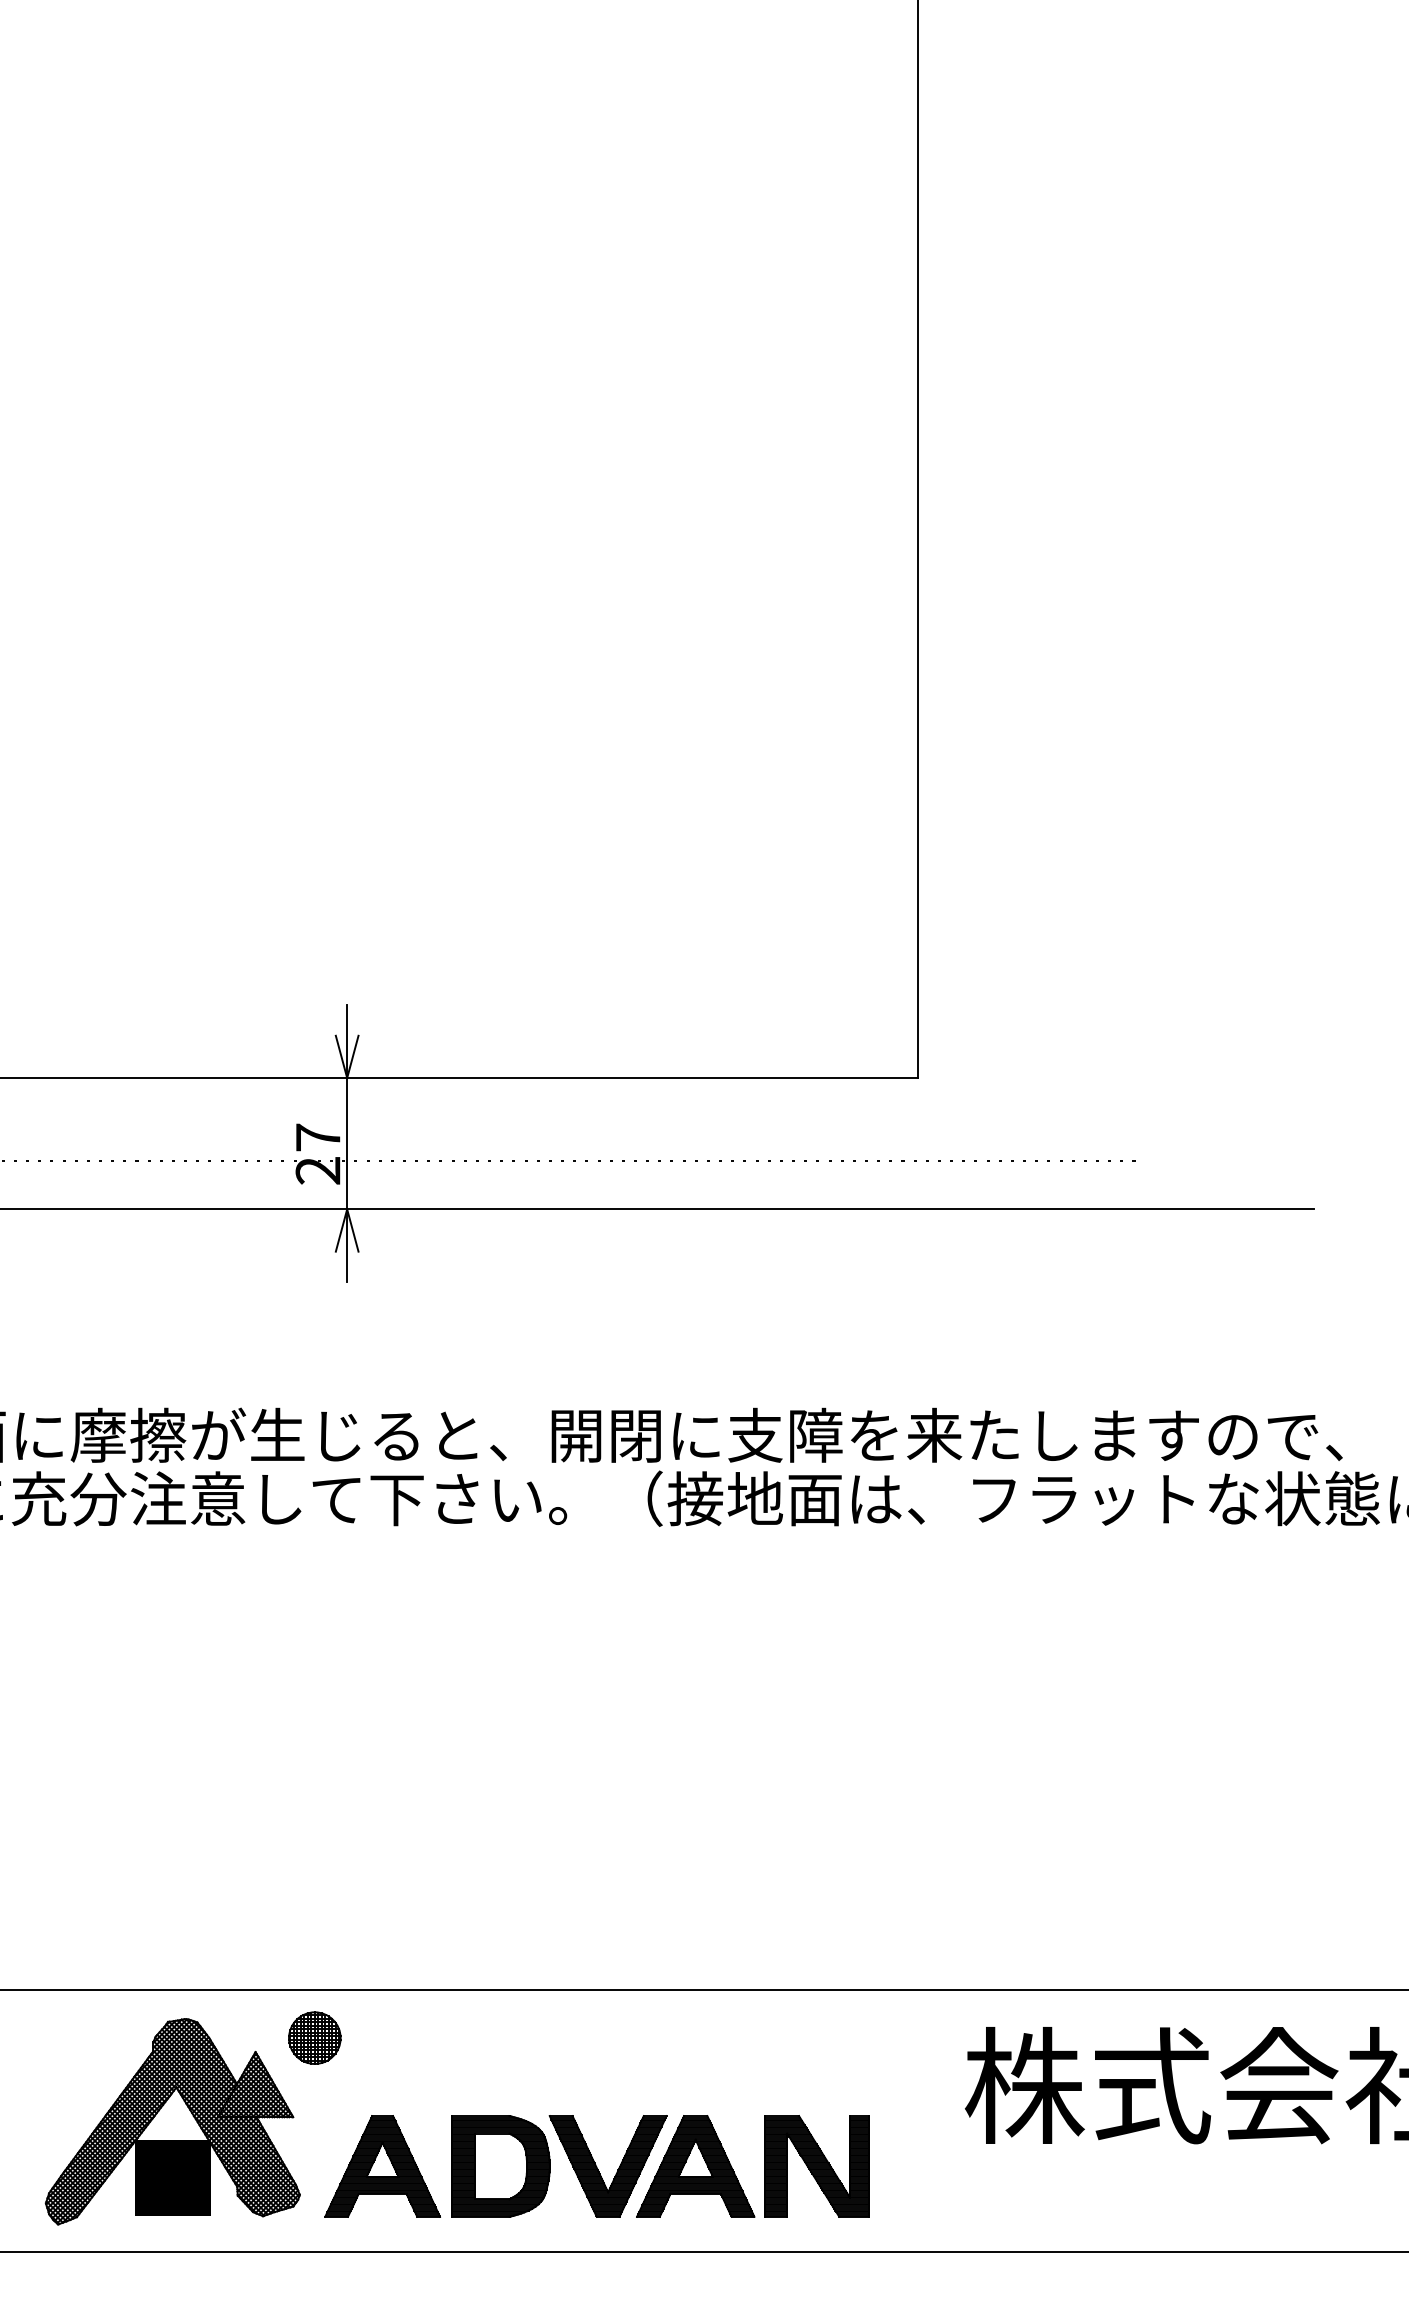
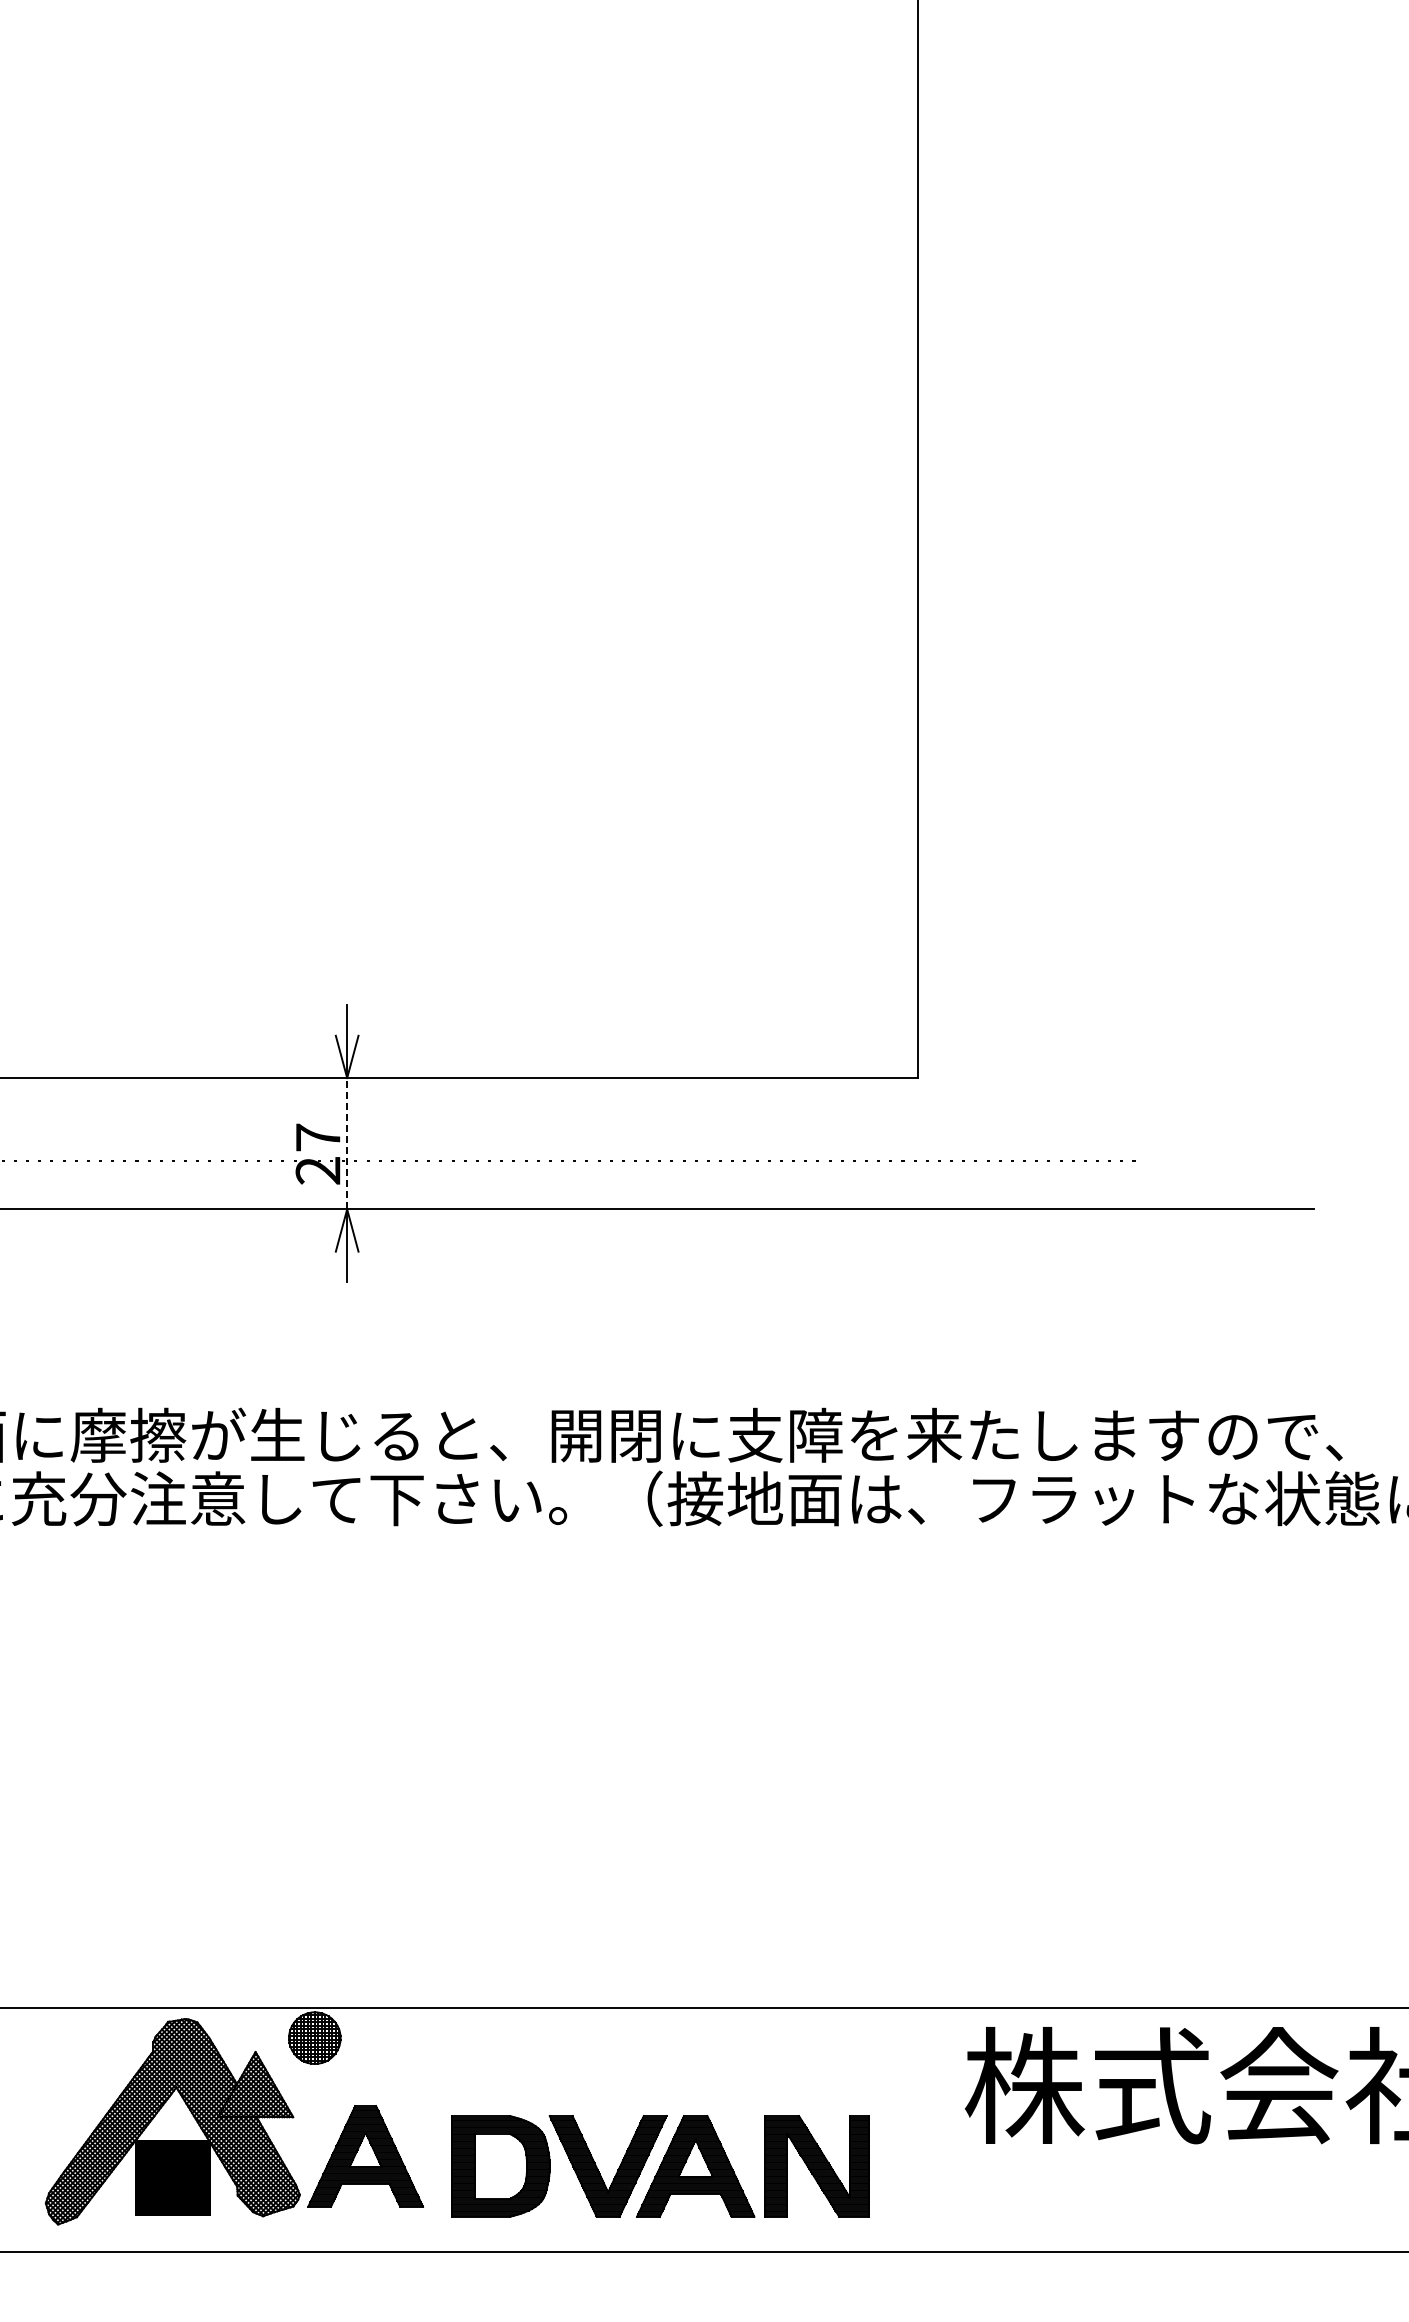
line at (347, 1143): solid -> dashed
line at (703, 1989) position: (703, 1989) -> (703, 2007)
part at (382, 2166) position: (382, 2166) -> (365, 2156)
